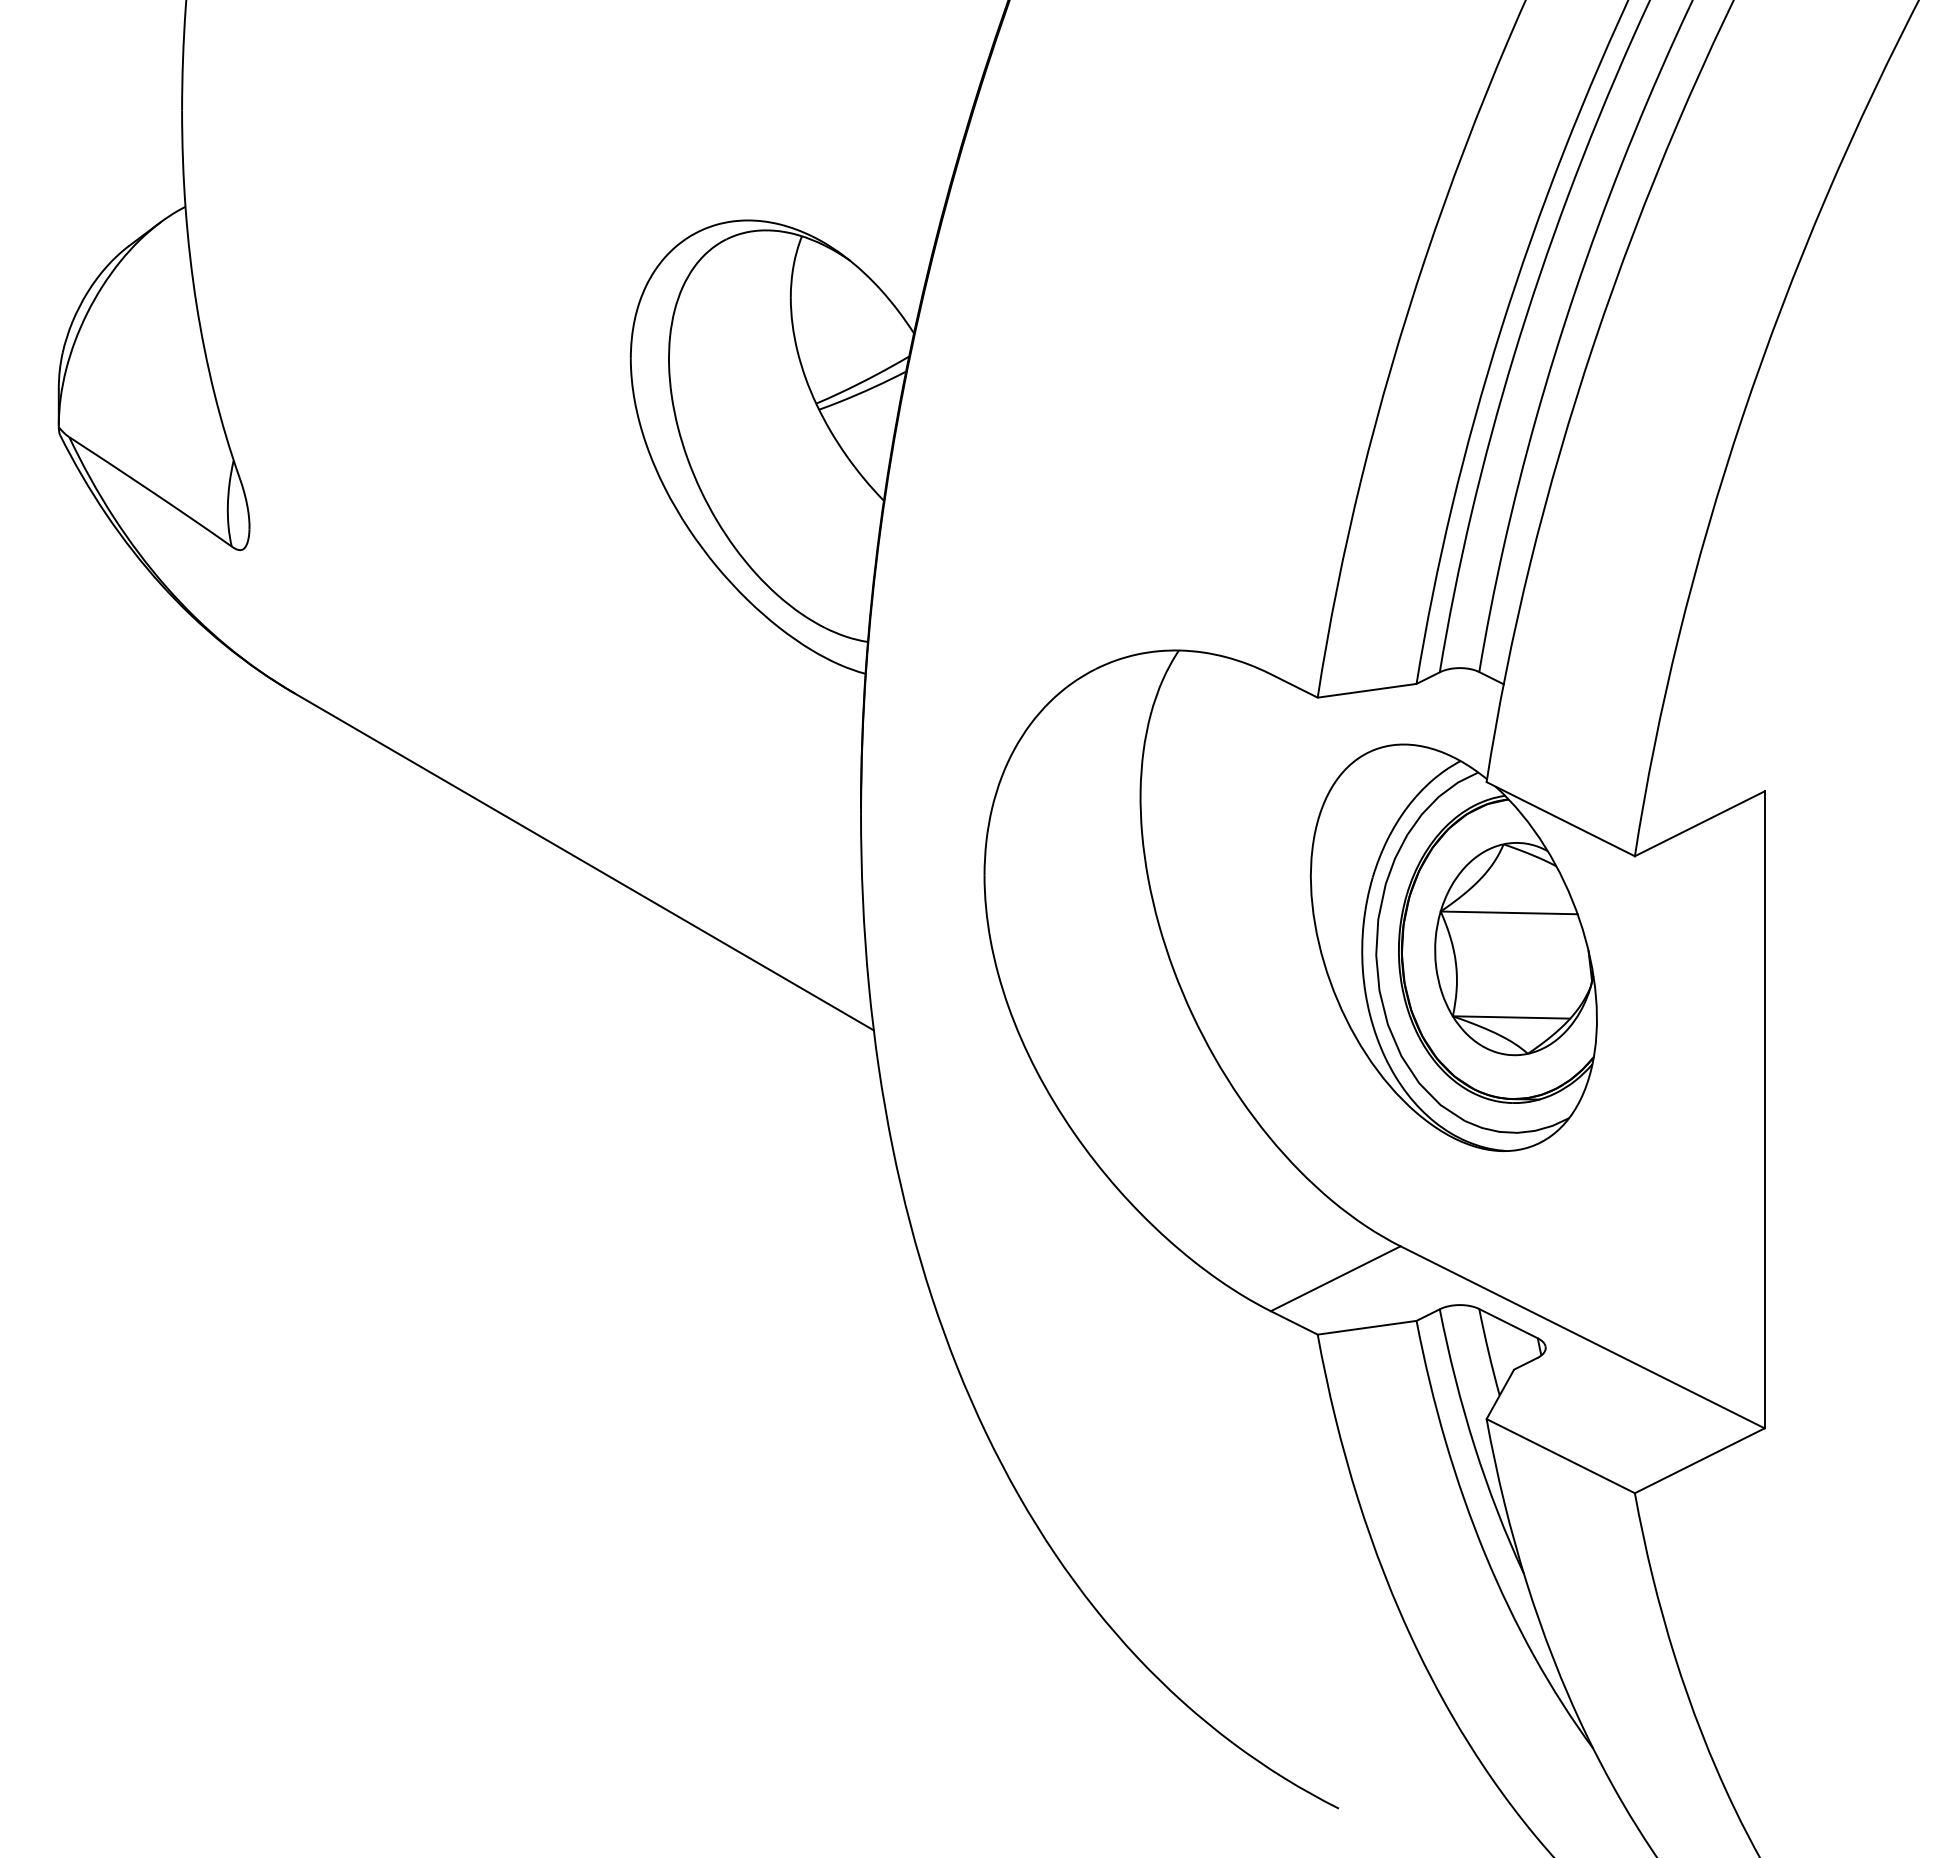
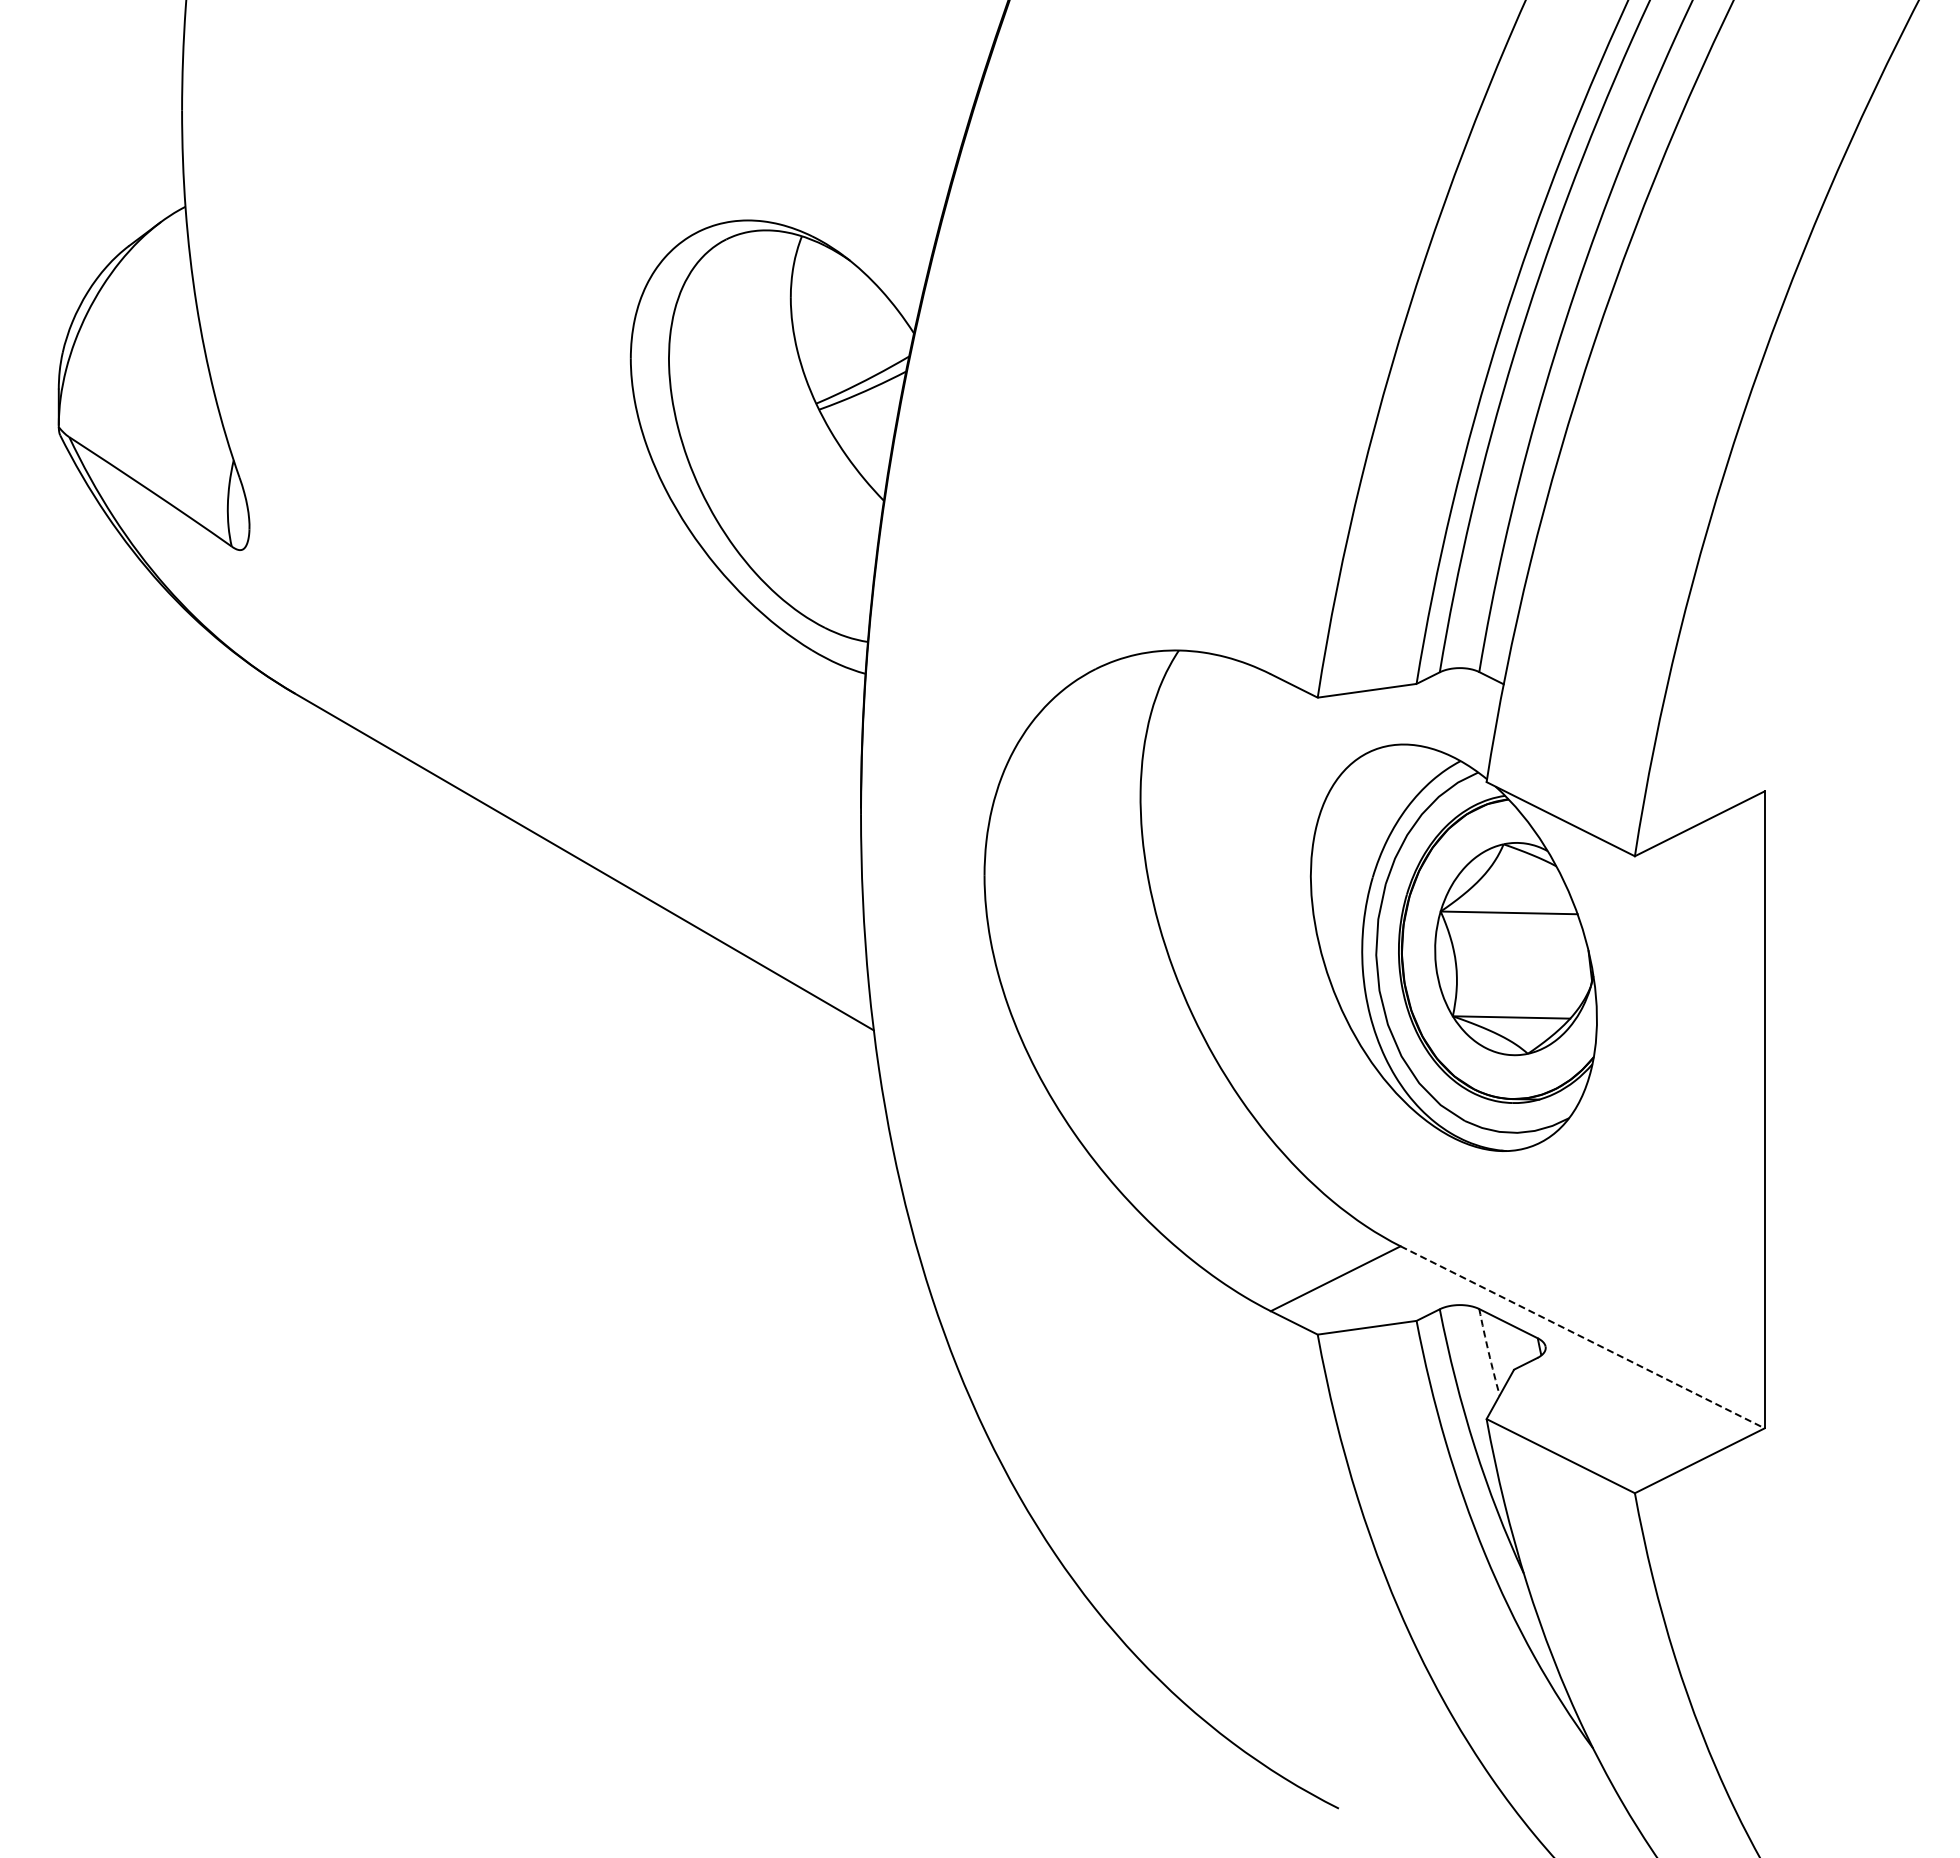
line at (1582, 1337): solid -> dashed
arc at (1488, 1352): solid -> dashed
